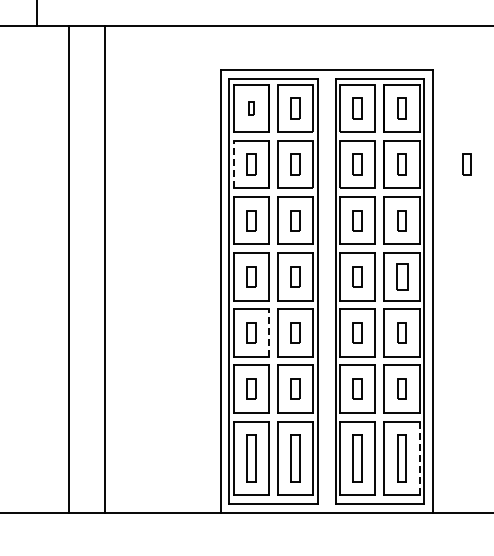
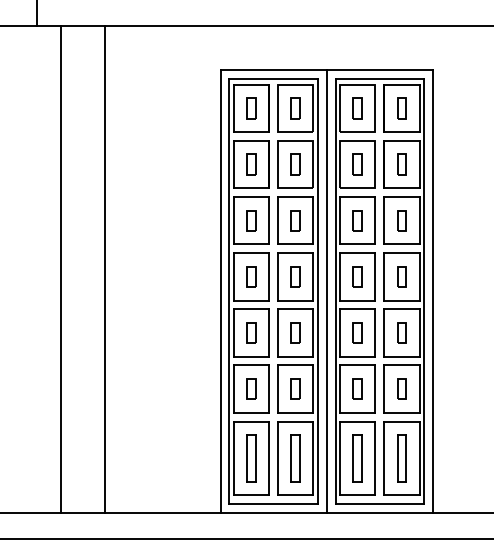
part at (251, 108) size: 7x15 px -> 11x23 px
line at (233, 164): dashed -> solid
part at (466, 164): present -> none
line at (69, 268) position: (69, 268) -> (61, 268)
part at (402, 276) size: 13x28 px -> 10x22 px
line at (326, 291): none -> present
line at (269, 333): dashed -> solid
line at (419, 458): dashed -> solid
line at (246, 539): none -> present
